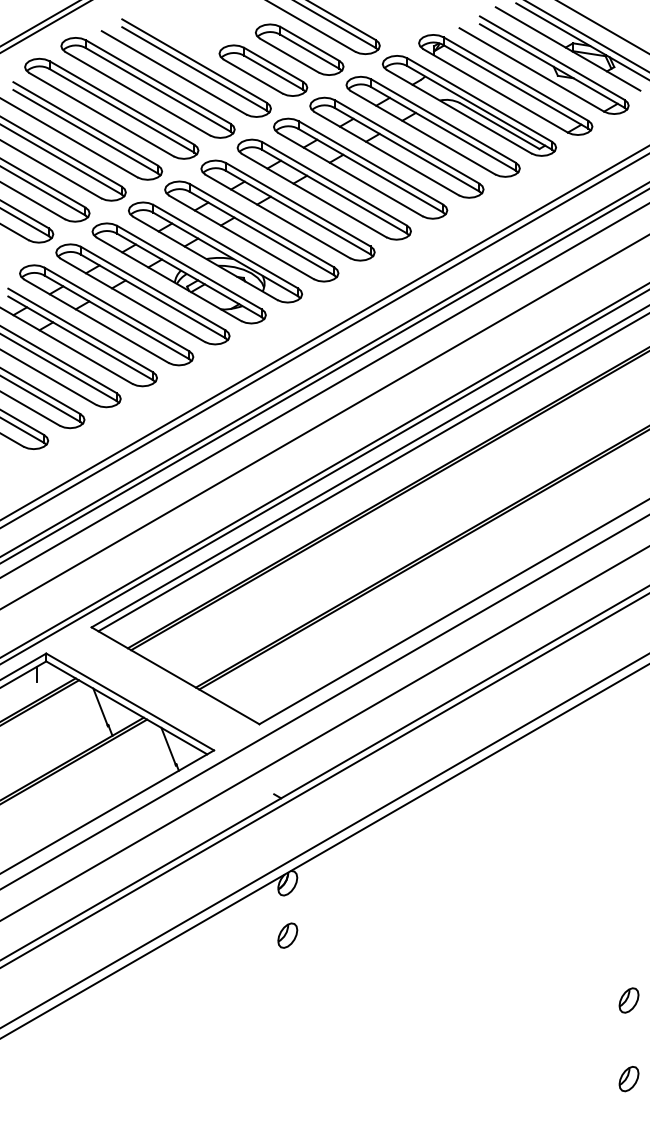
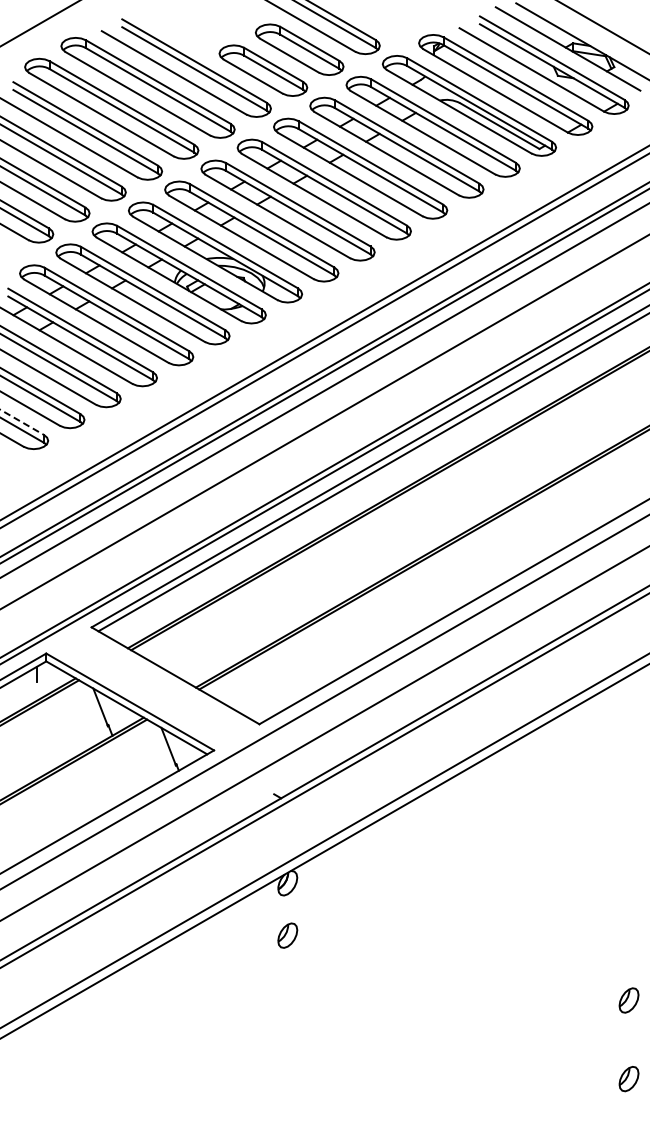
line at (45, 26): present -> none
line at (587, 36): present -> none
line at (22, 422): solid -> dashed
